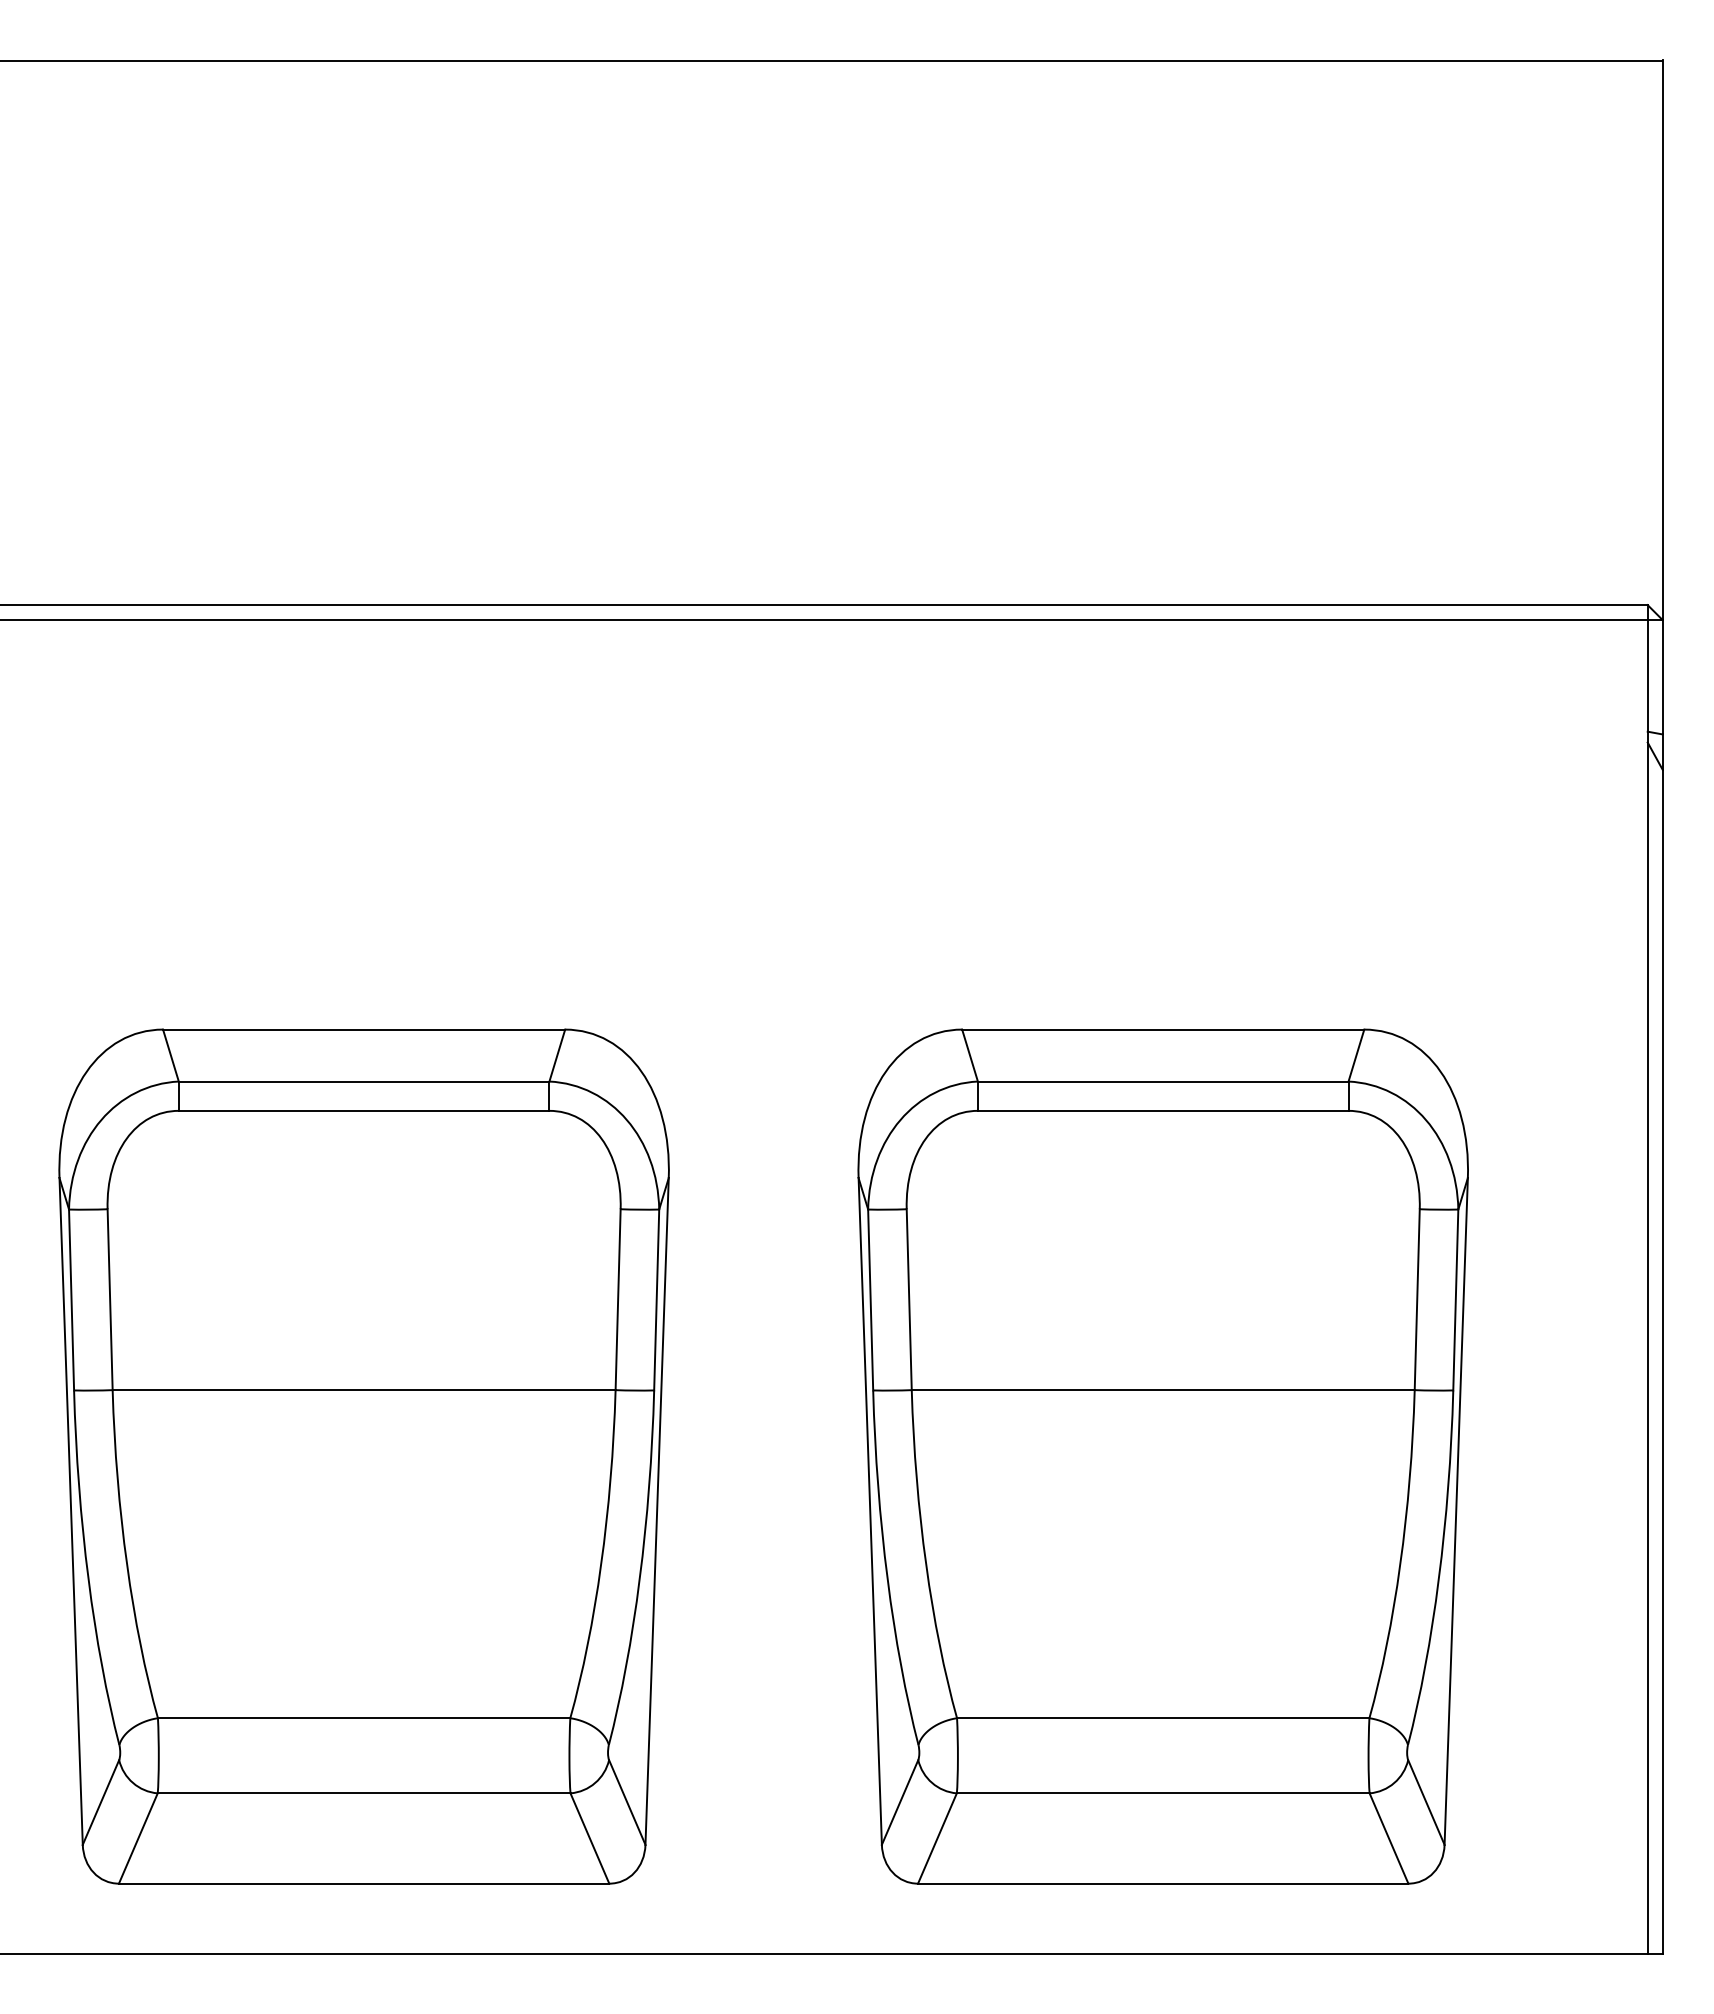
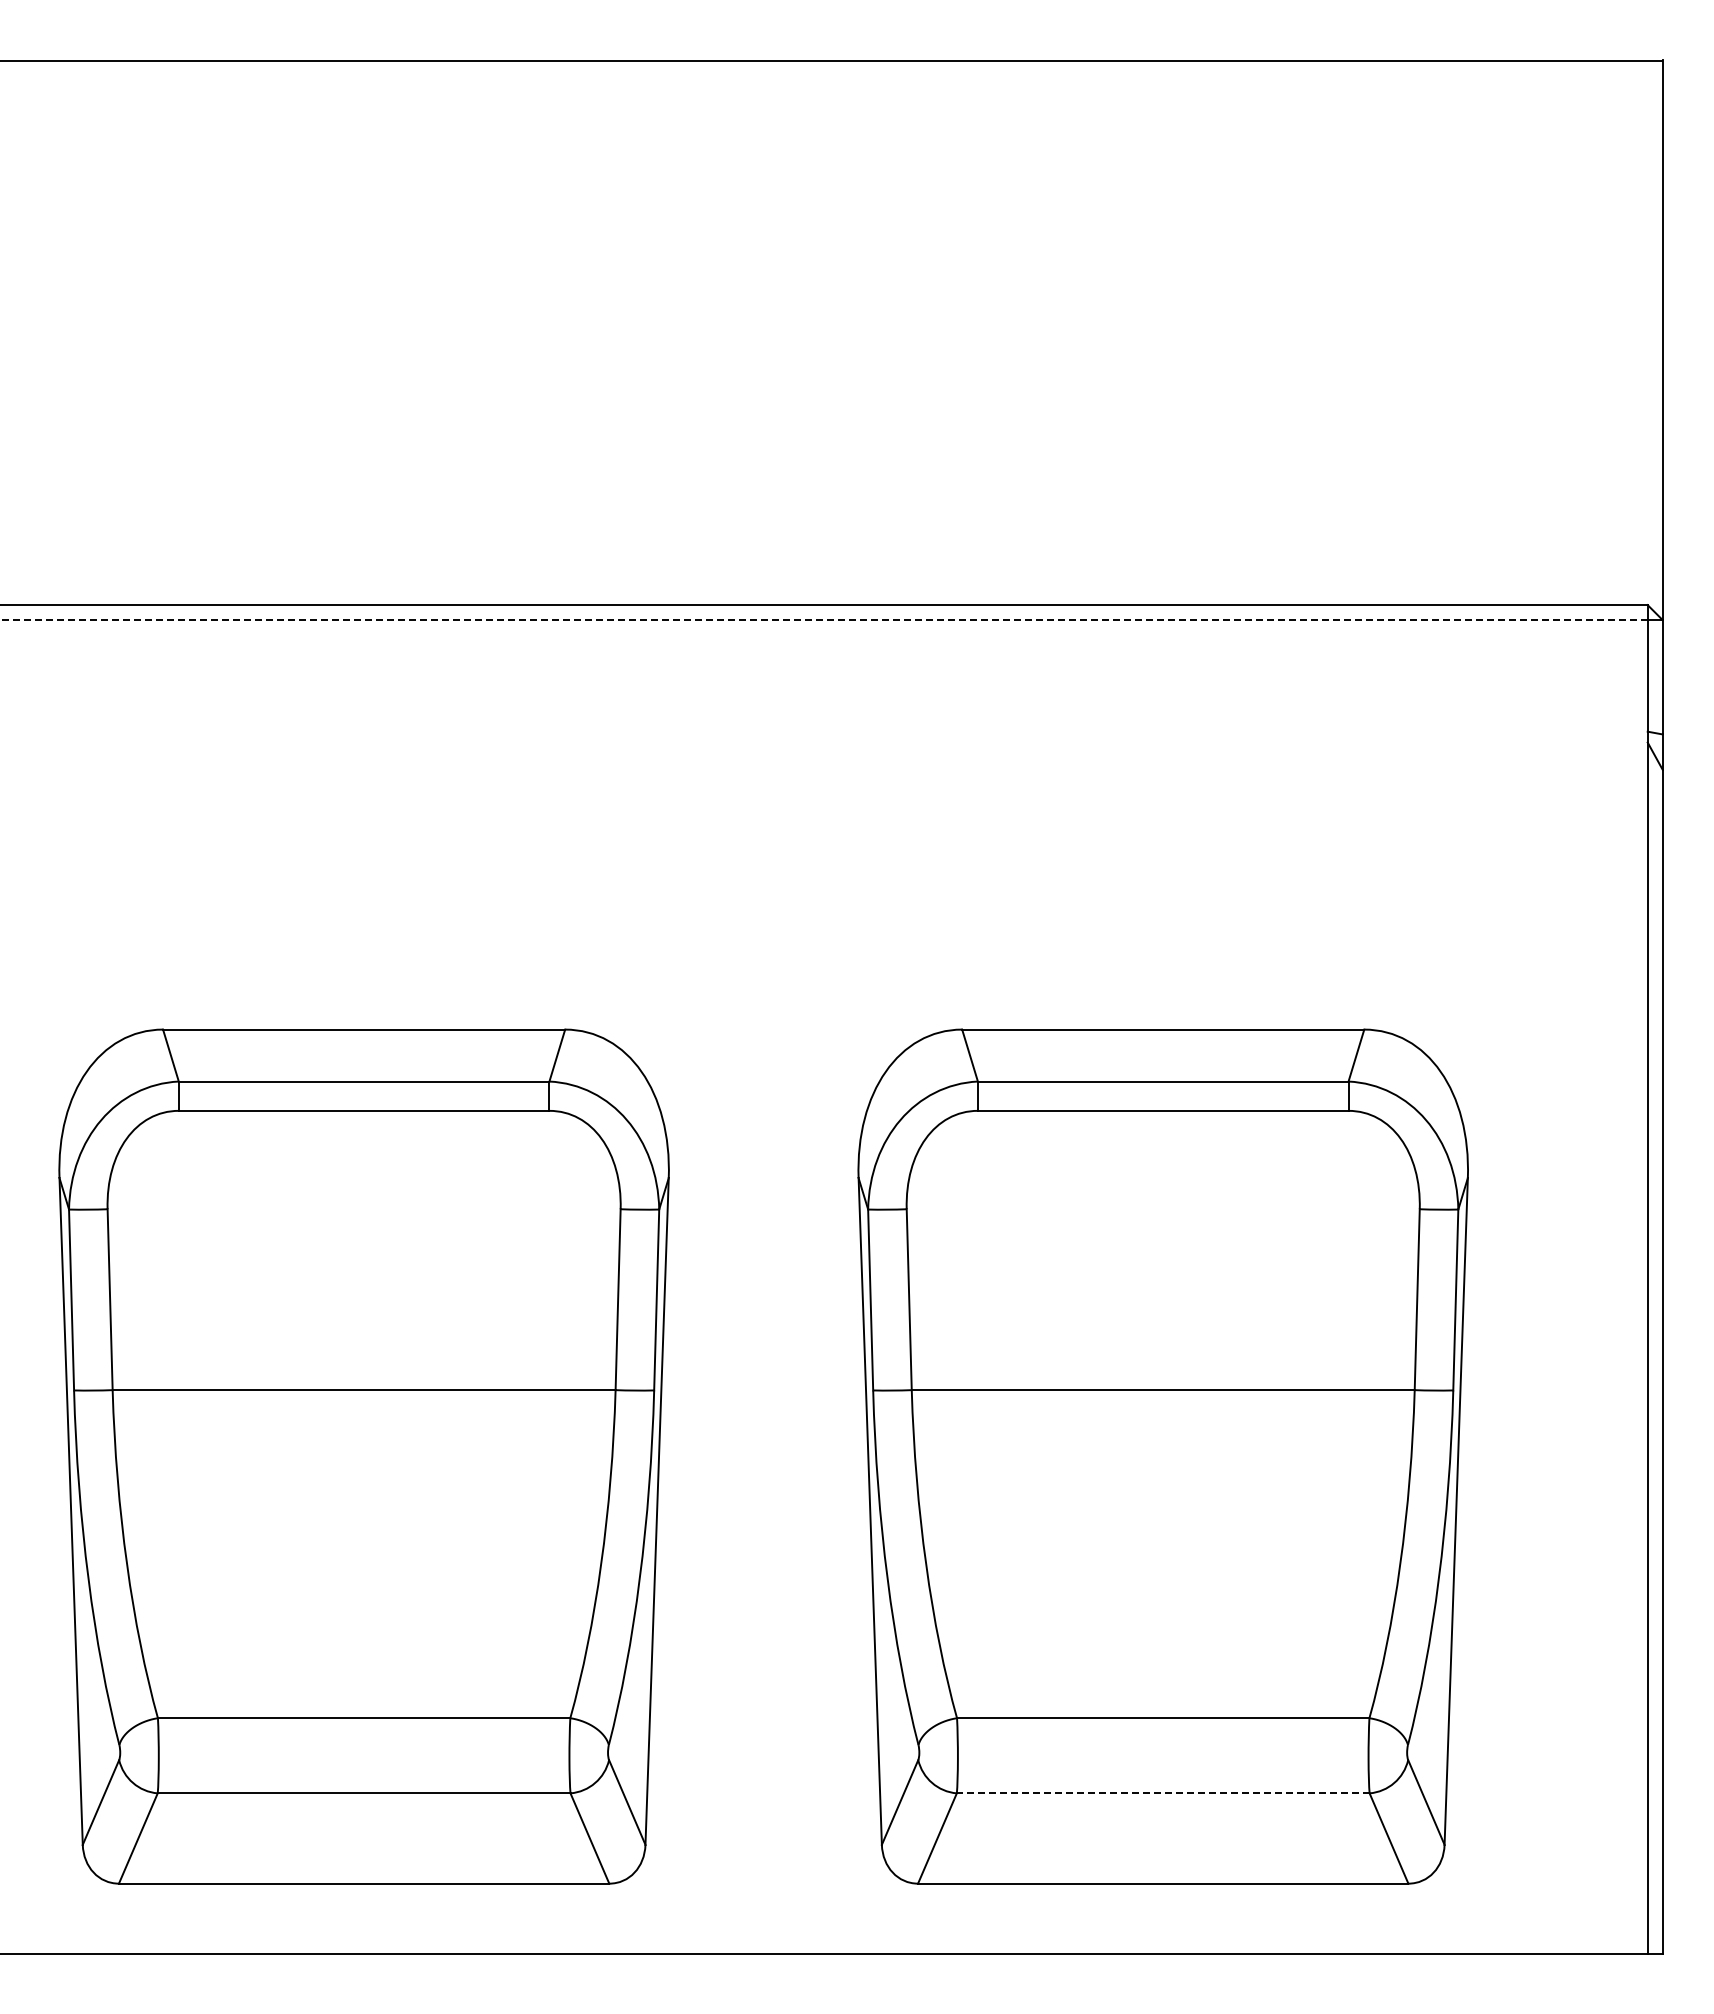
line at (823, 620): solid -> dashed
line at (1162, 1793): solid -> dashed
